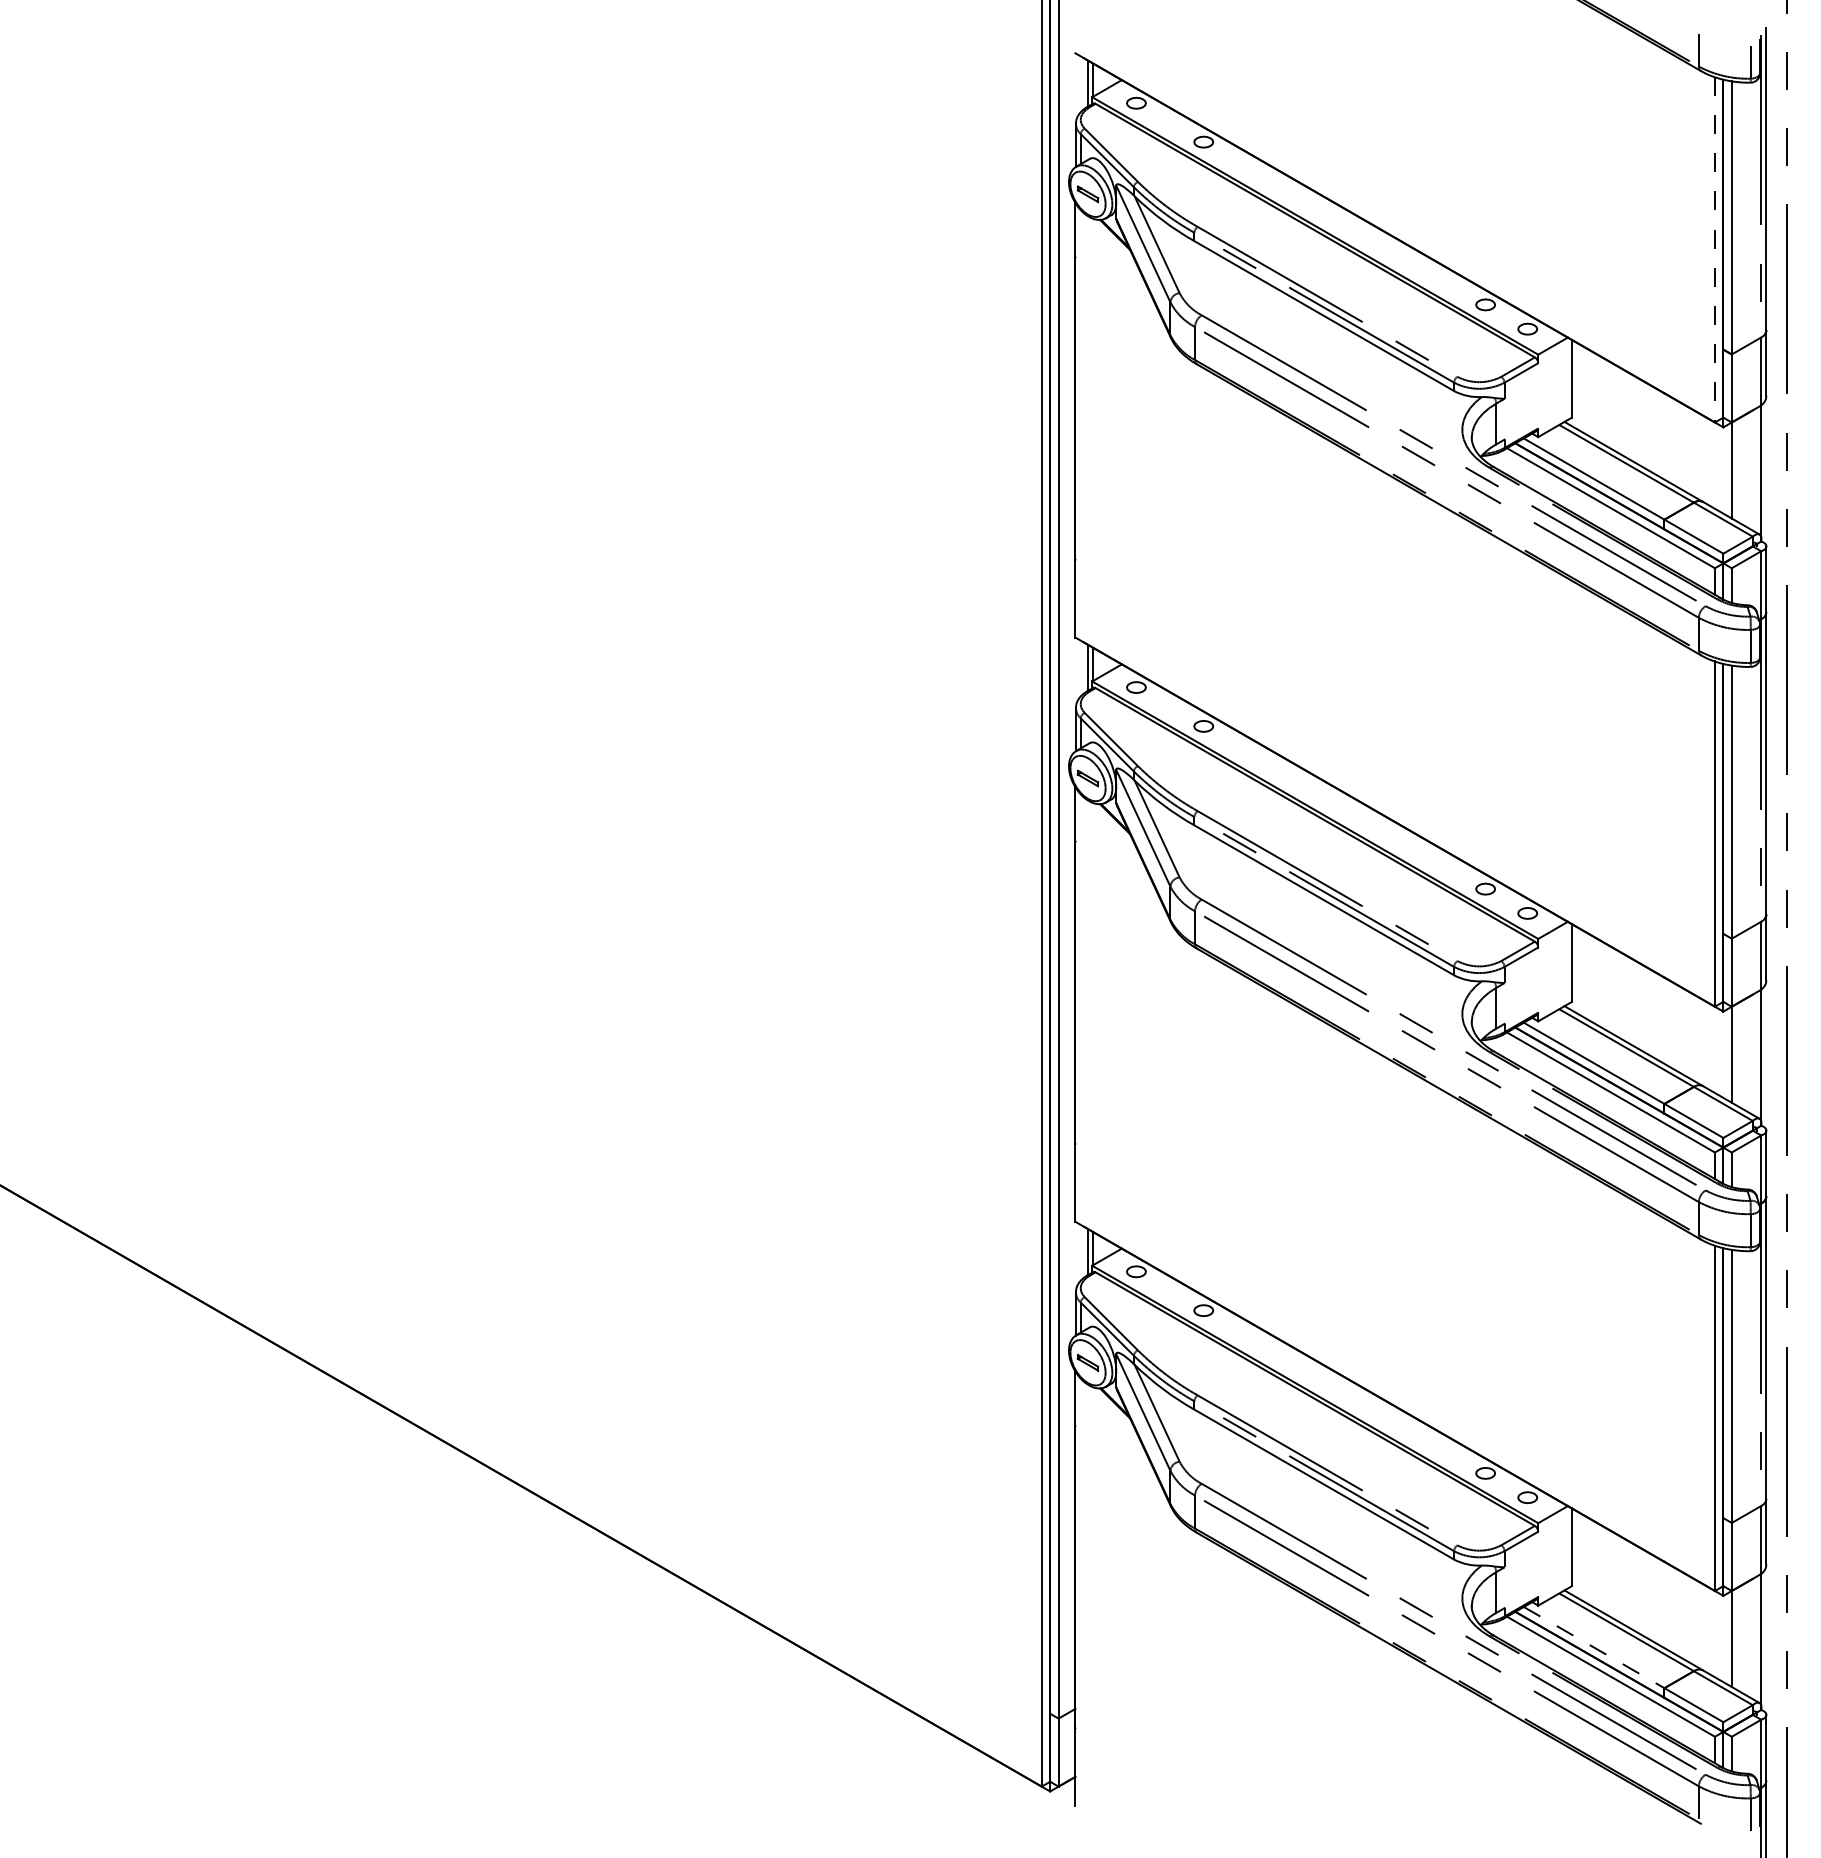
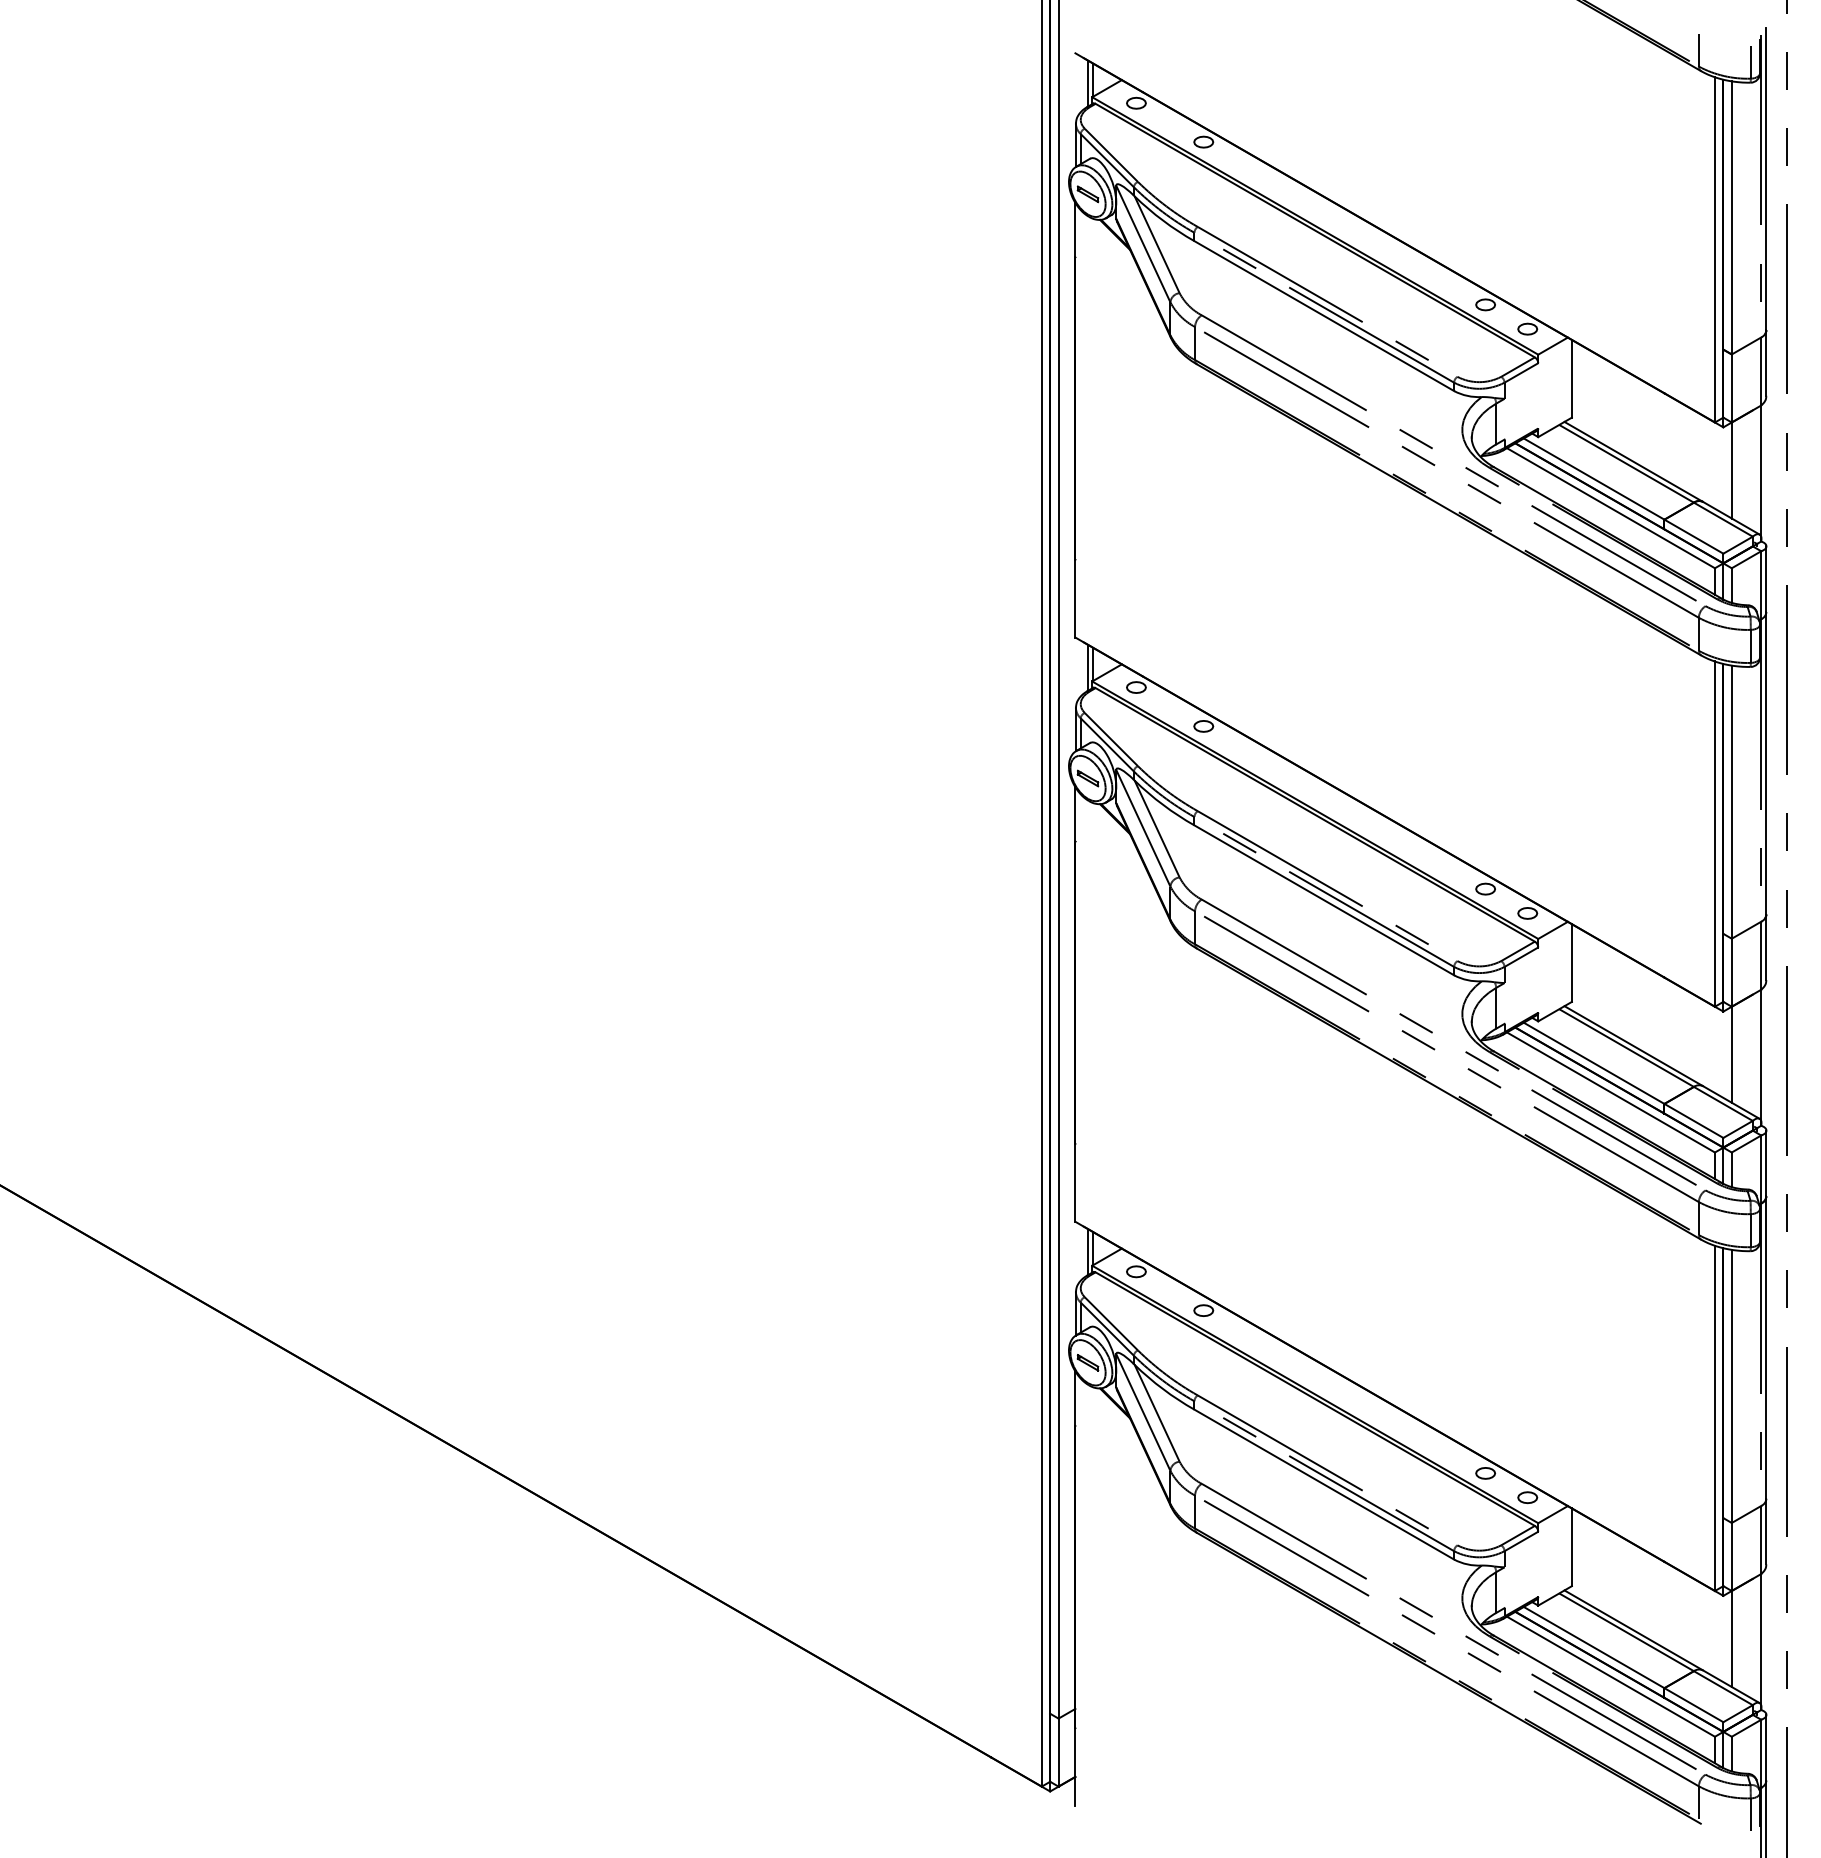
line at (1714, 249): dashed -> solid
line at (1594, 1647): dashed -> solid
